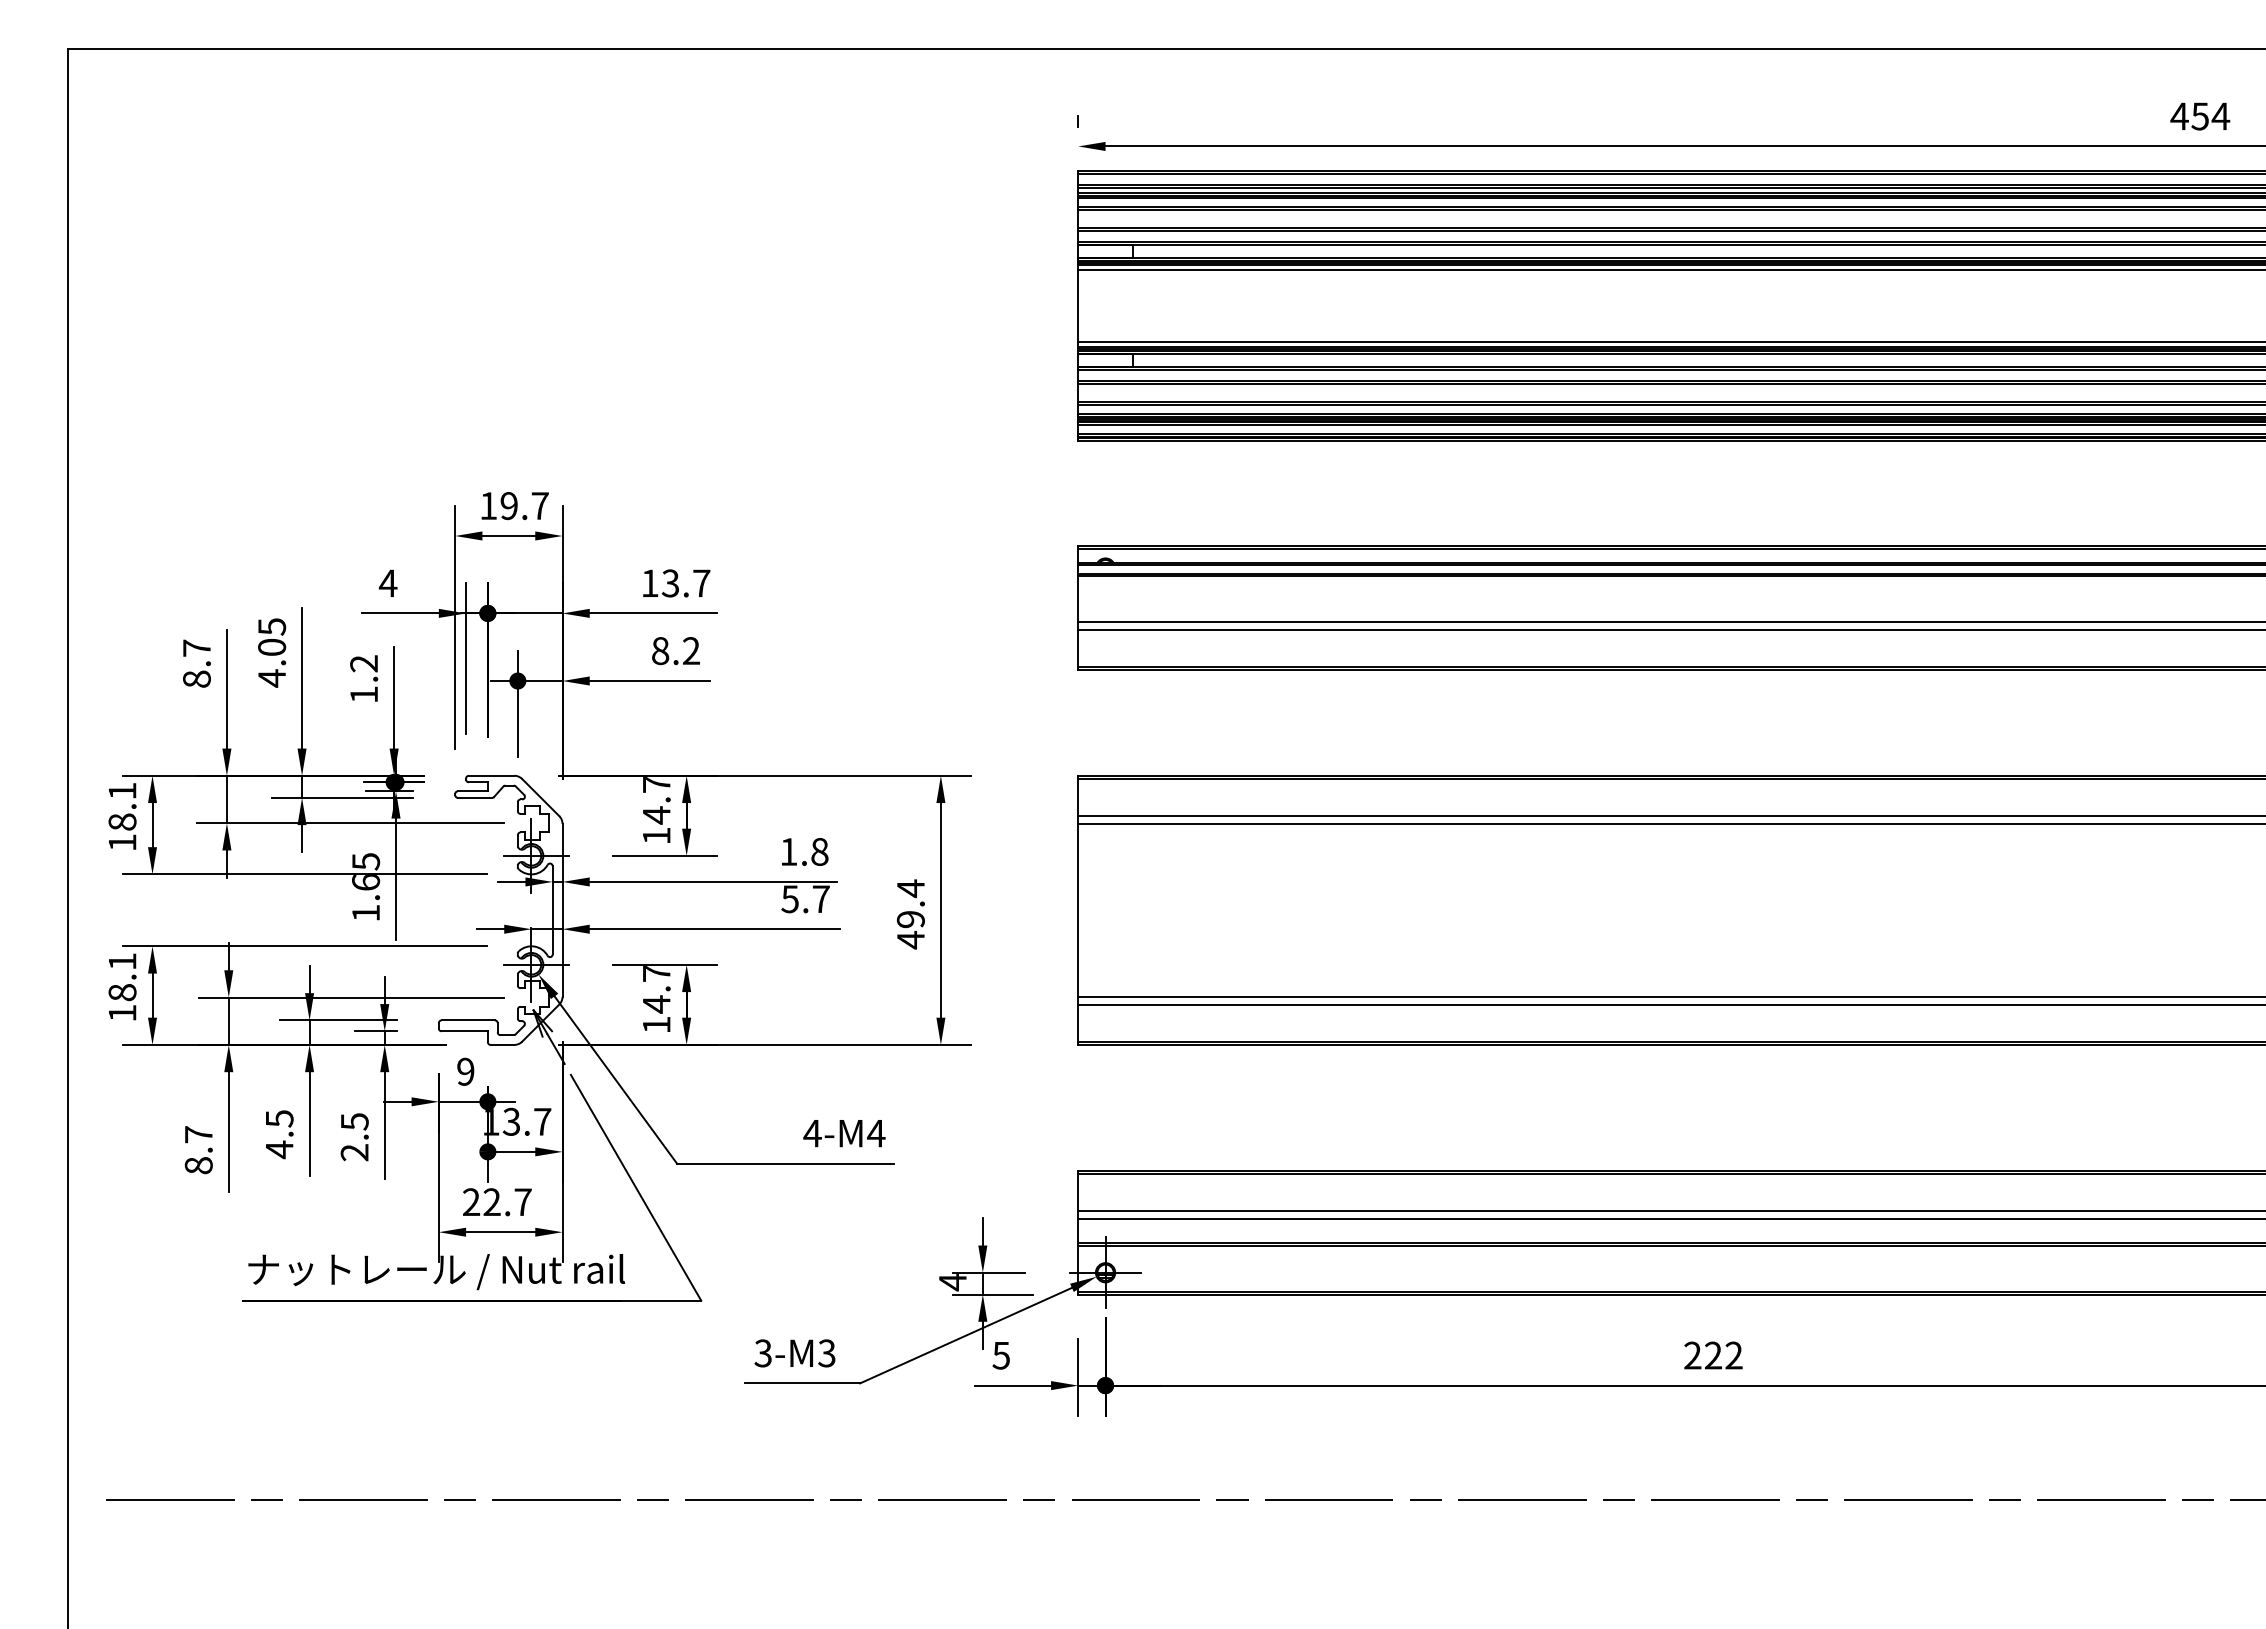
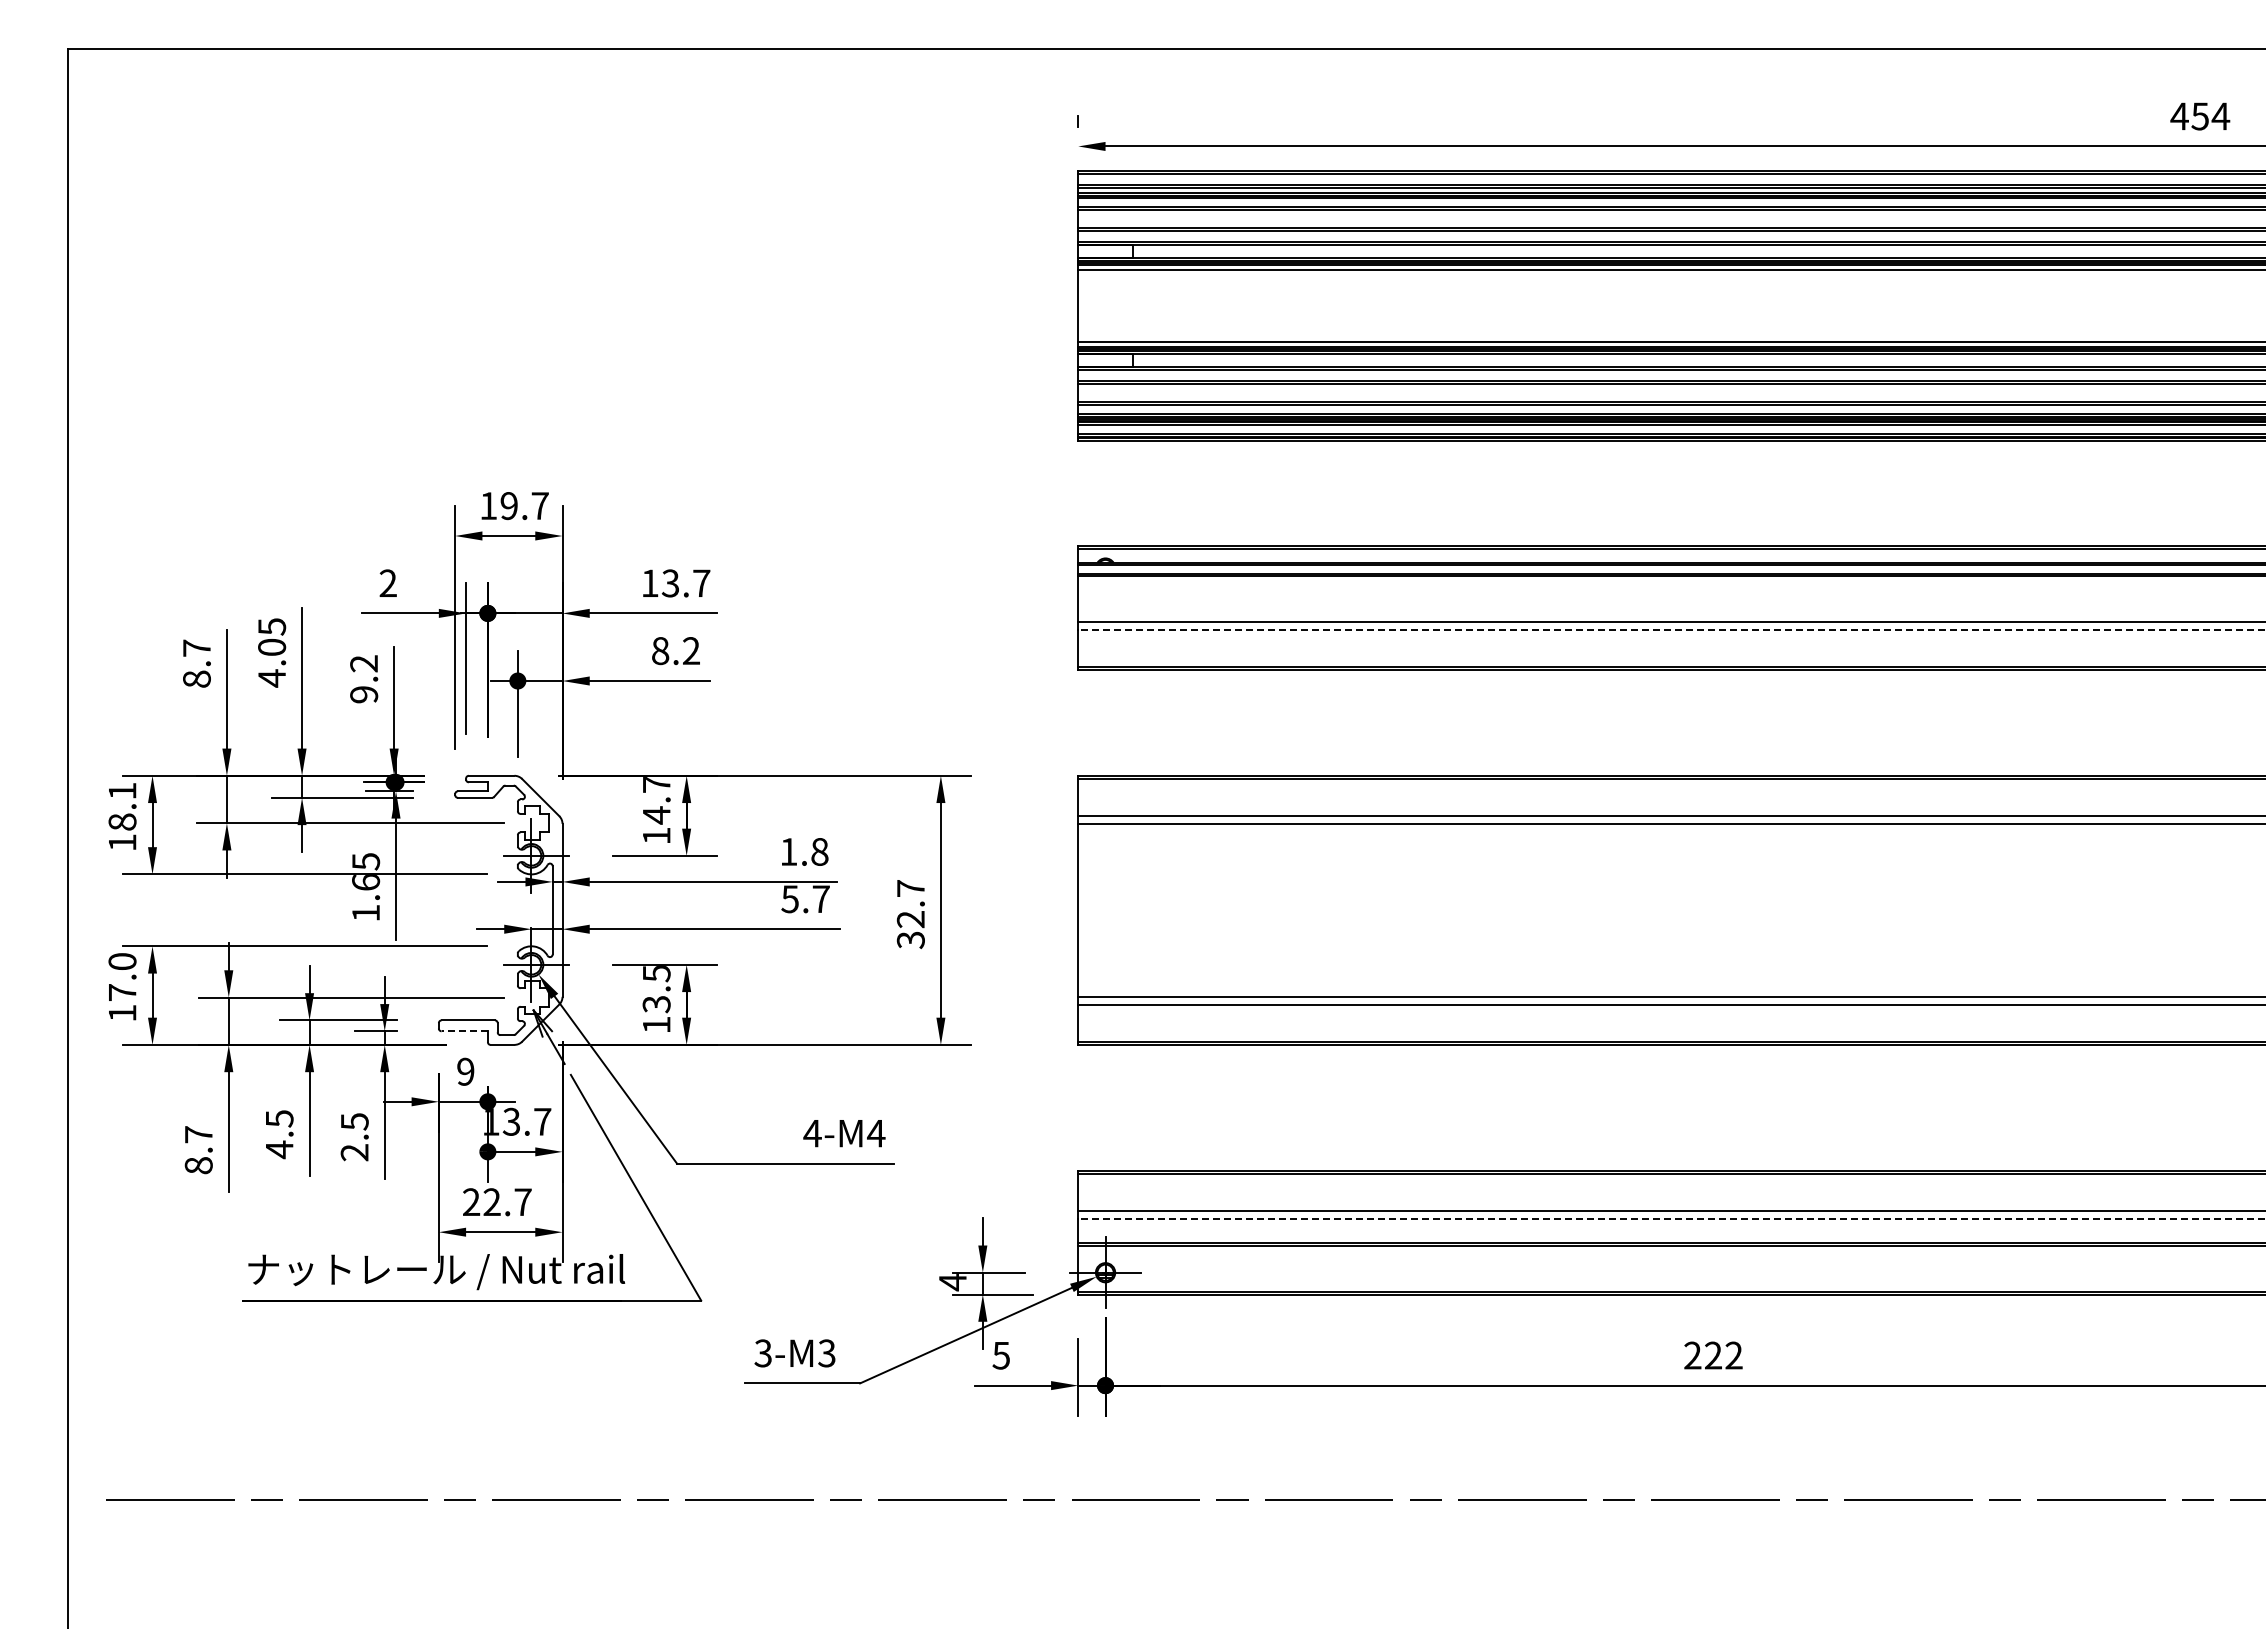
text at (387, 582): 4 -> 2
line at (1672, 629): solid -> dashed
text at (364, 694): 1.2 -> 9.2
text at (910, 914): 49.4 -> 32.7
text at (122, 977): 18.1 -> 17.0
text at (656, 989): 14.7 -> 13.5
line at (464, 1031): solid -> dashed
line at (1672, 1218): solid -> dashed
